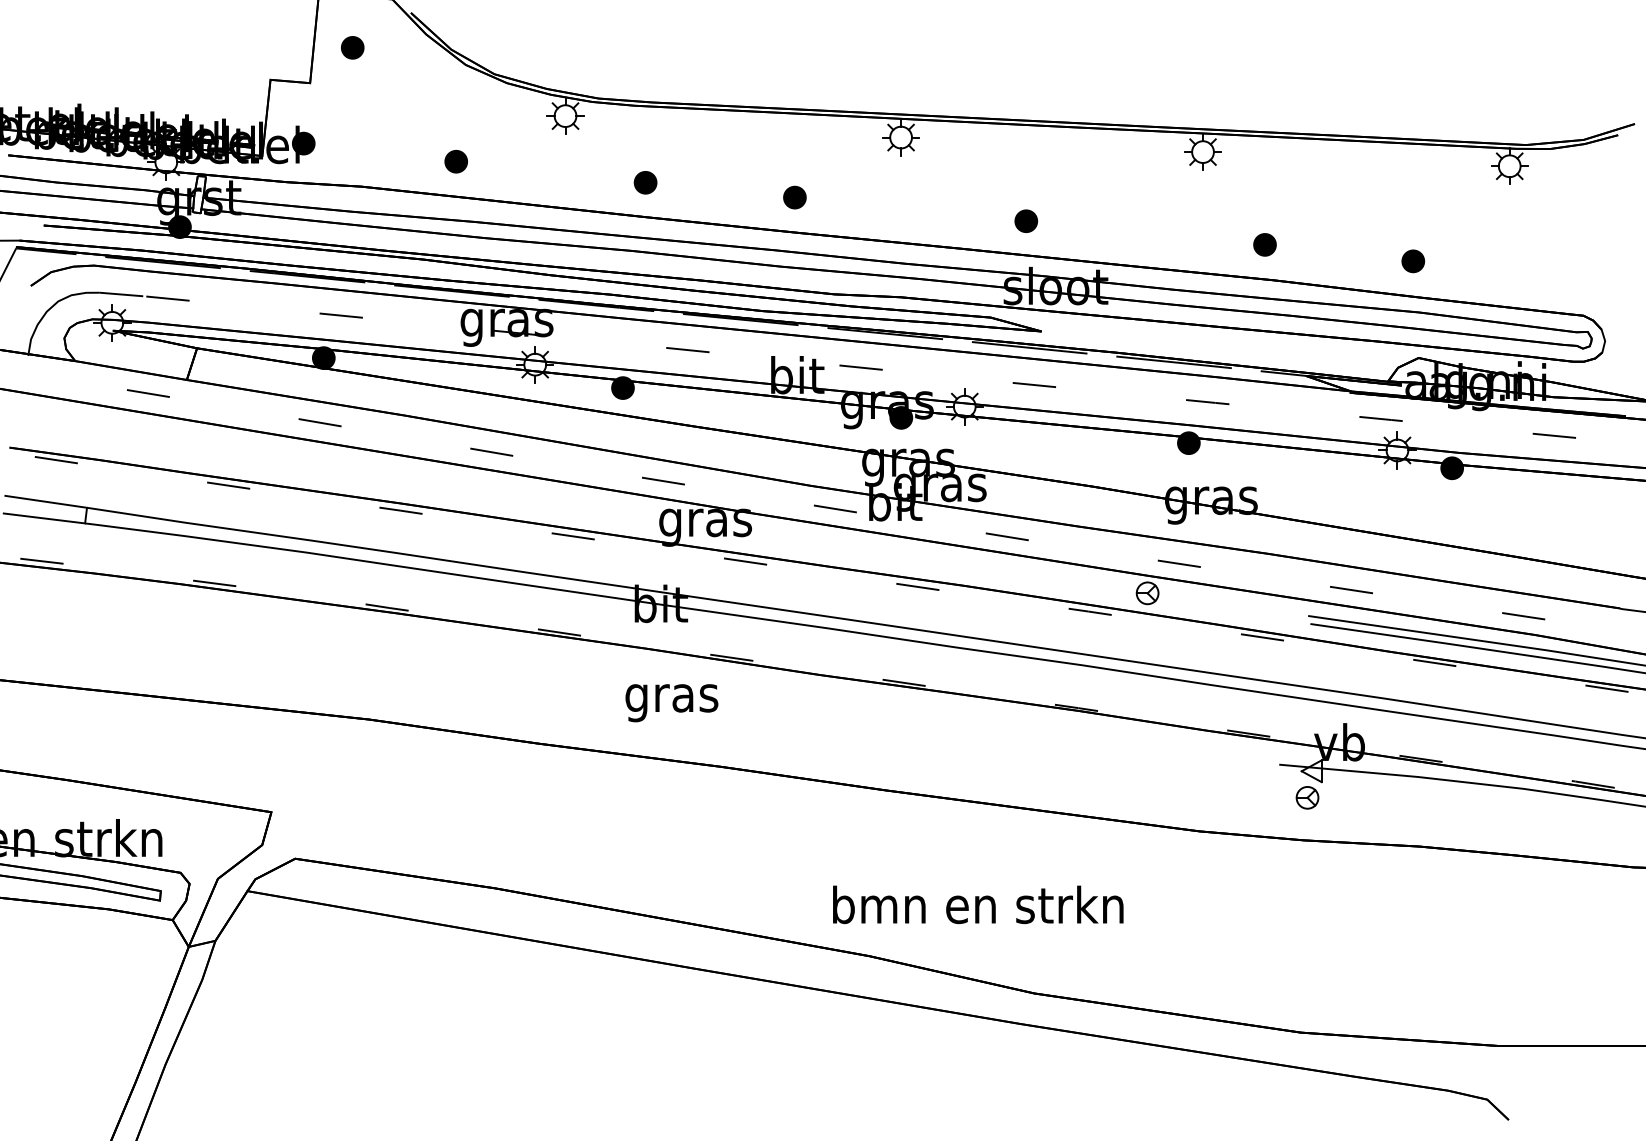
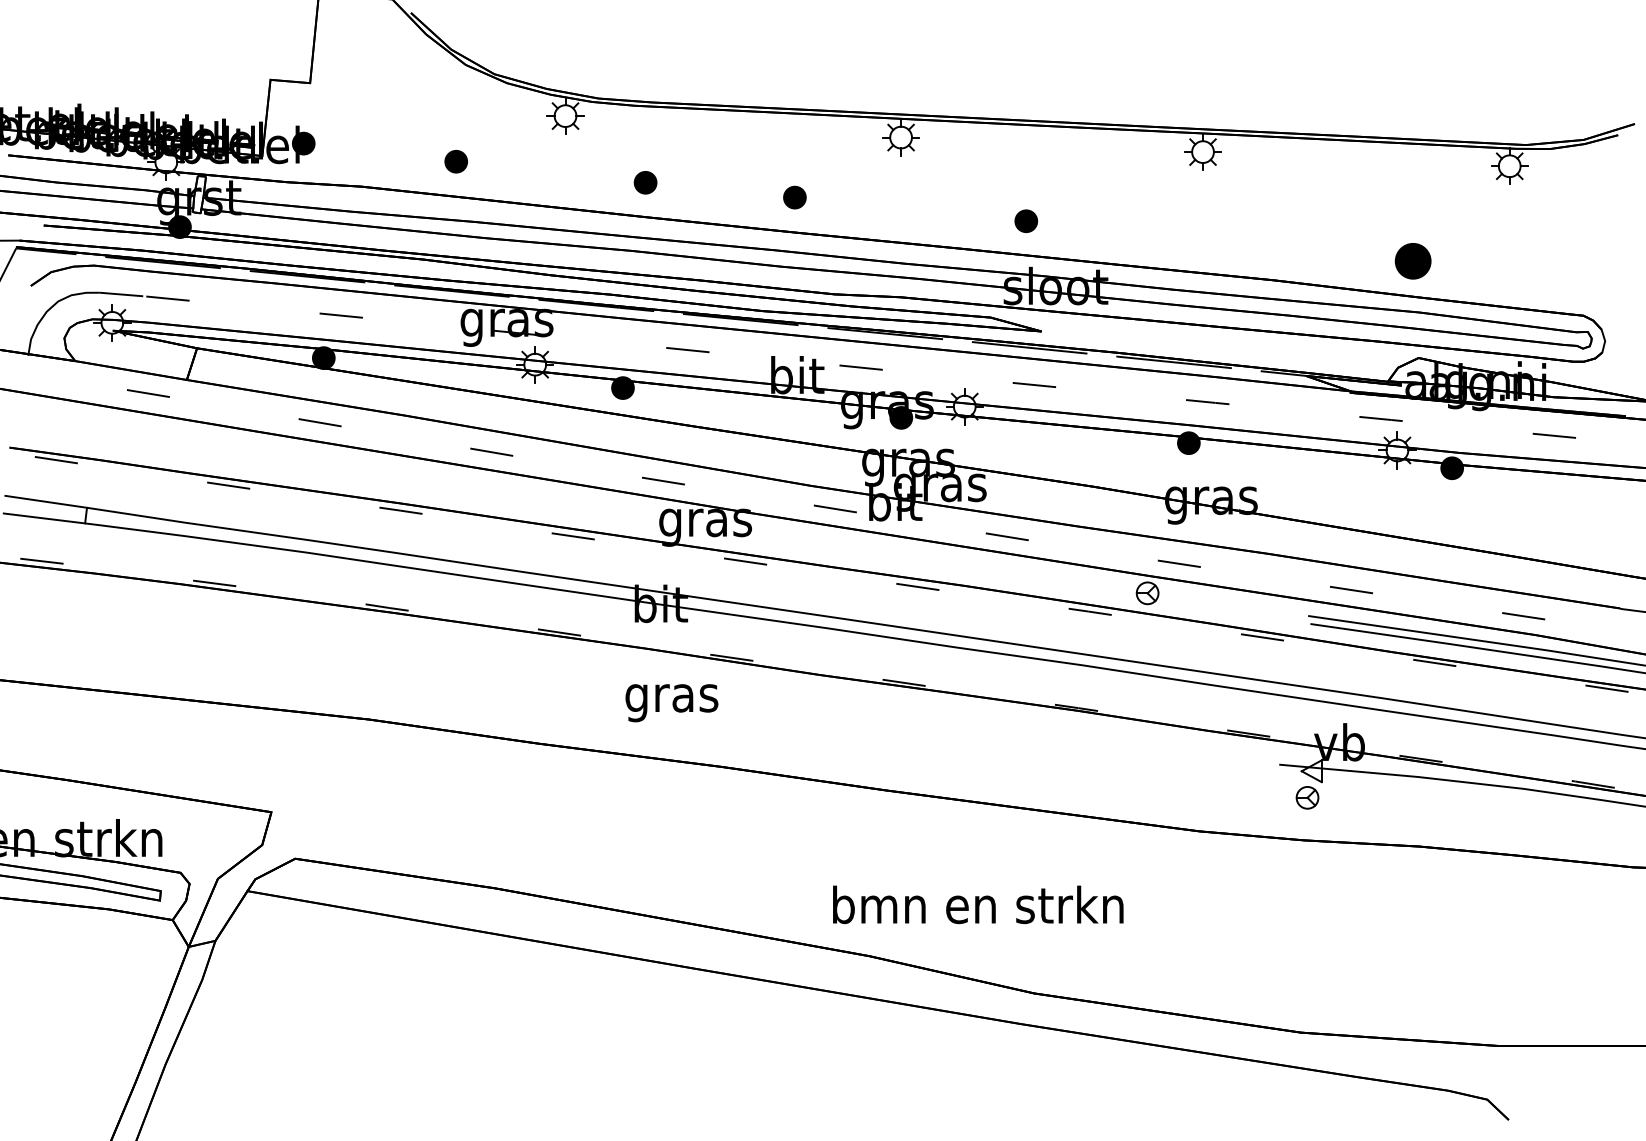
part at (352, 47): present -> none
part at (1264, 244): present -> none
part at (1413, 261) size: 25x25 px -> 38x37 px
